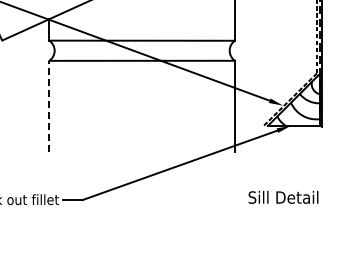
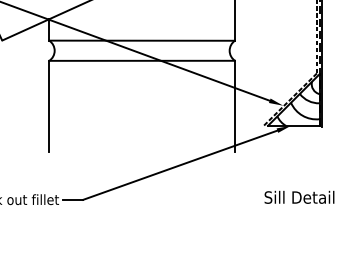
line at (49, 106): dashed -> solid
text at (283, 196) position: (283, 196) -> (299, 196)
